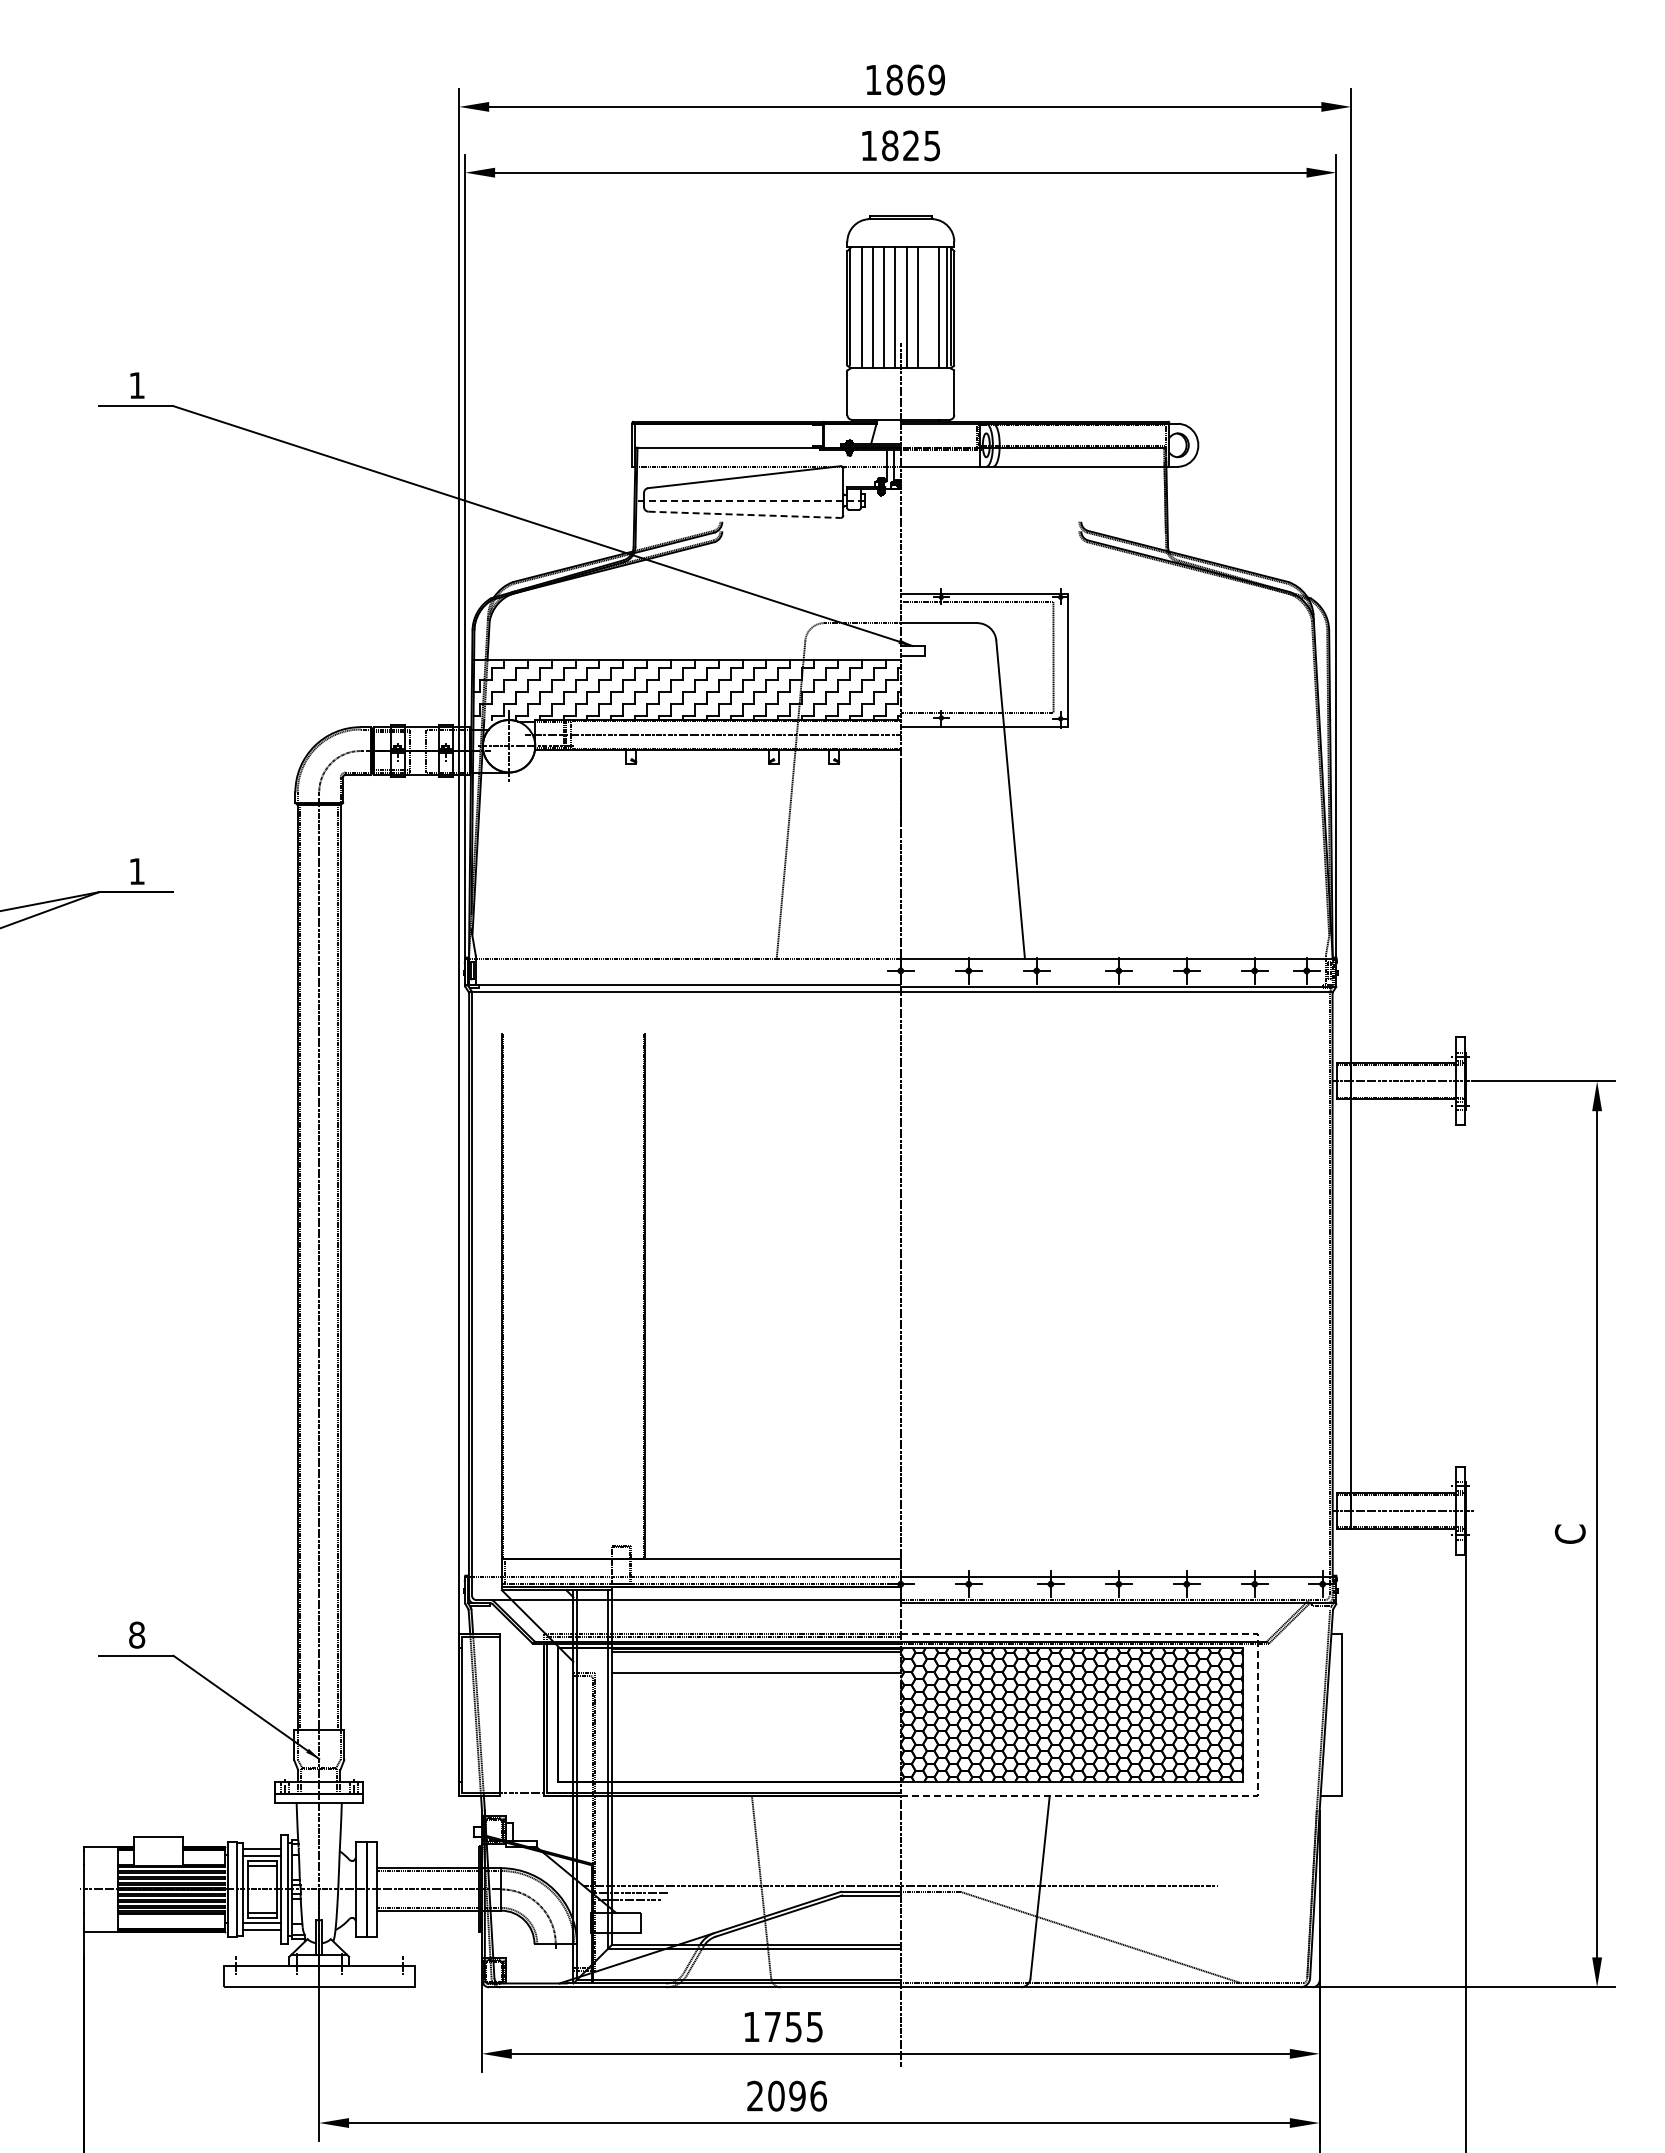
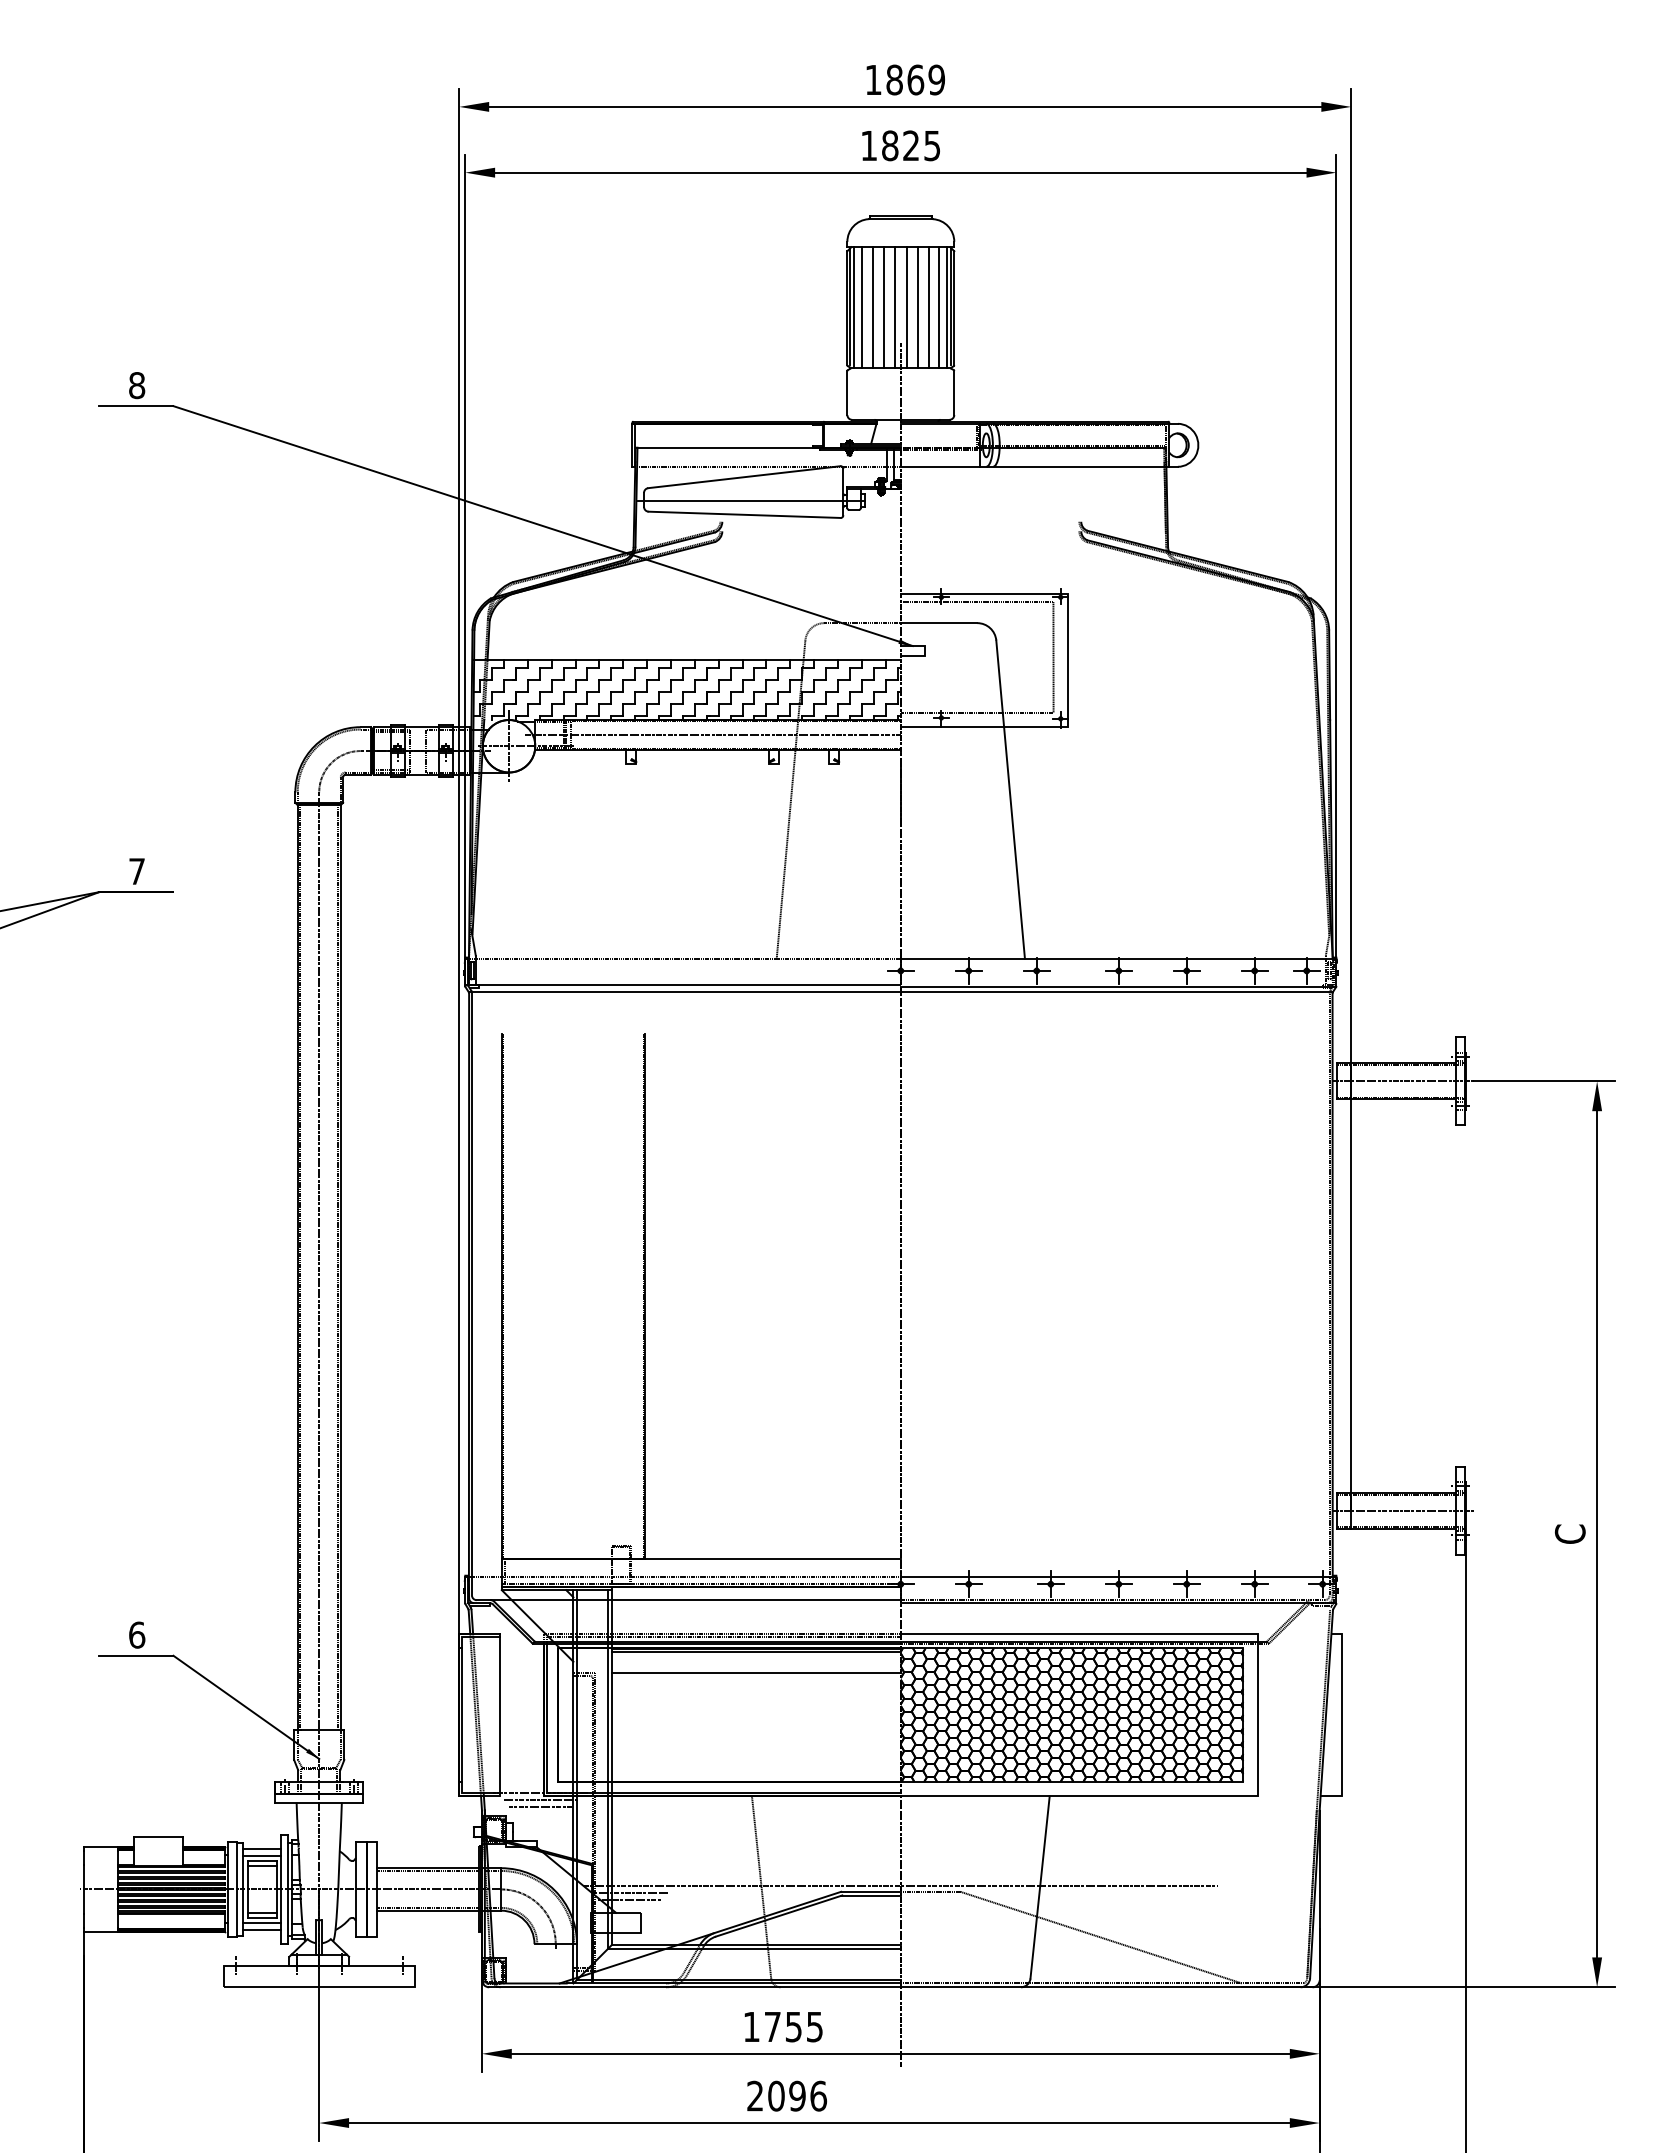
line at (854, 307): none -> present
line at (928, 307): none -> present
text at (137, 385): 1 -> 8
line at (750, 500): dashed -> solid
line at (745, 514): dashed -> solid
text at (136, 871): 1 -> 7
text at (137, 1634): 8 -> 6
line at (1257, 1715): dashed -> solid
line at (539, 1800): none -> present
line at (539, 1807): none -> present
